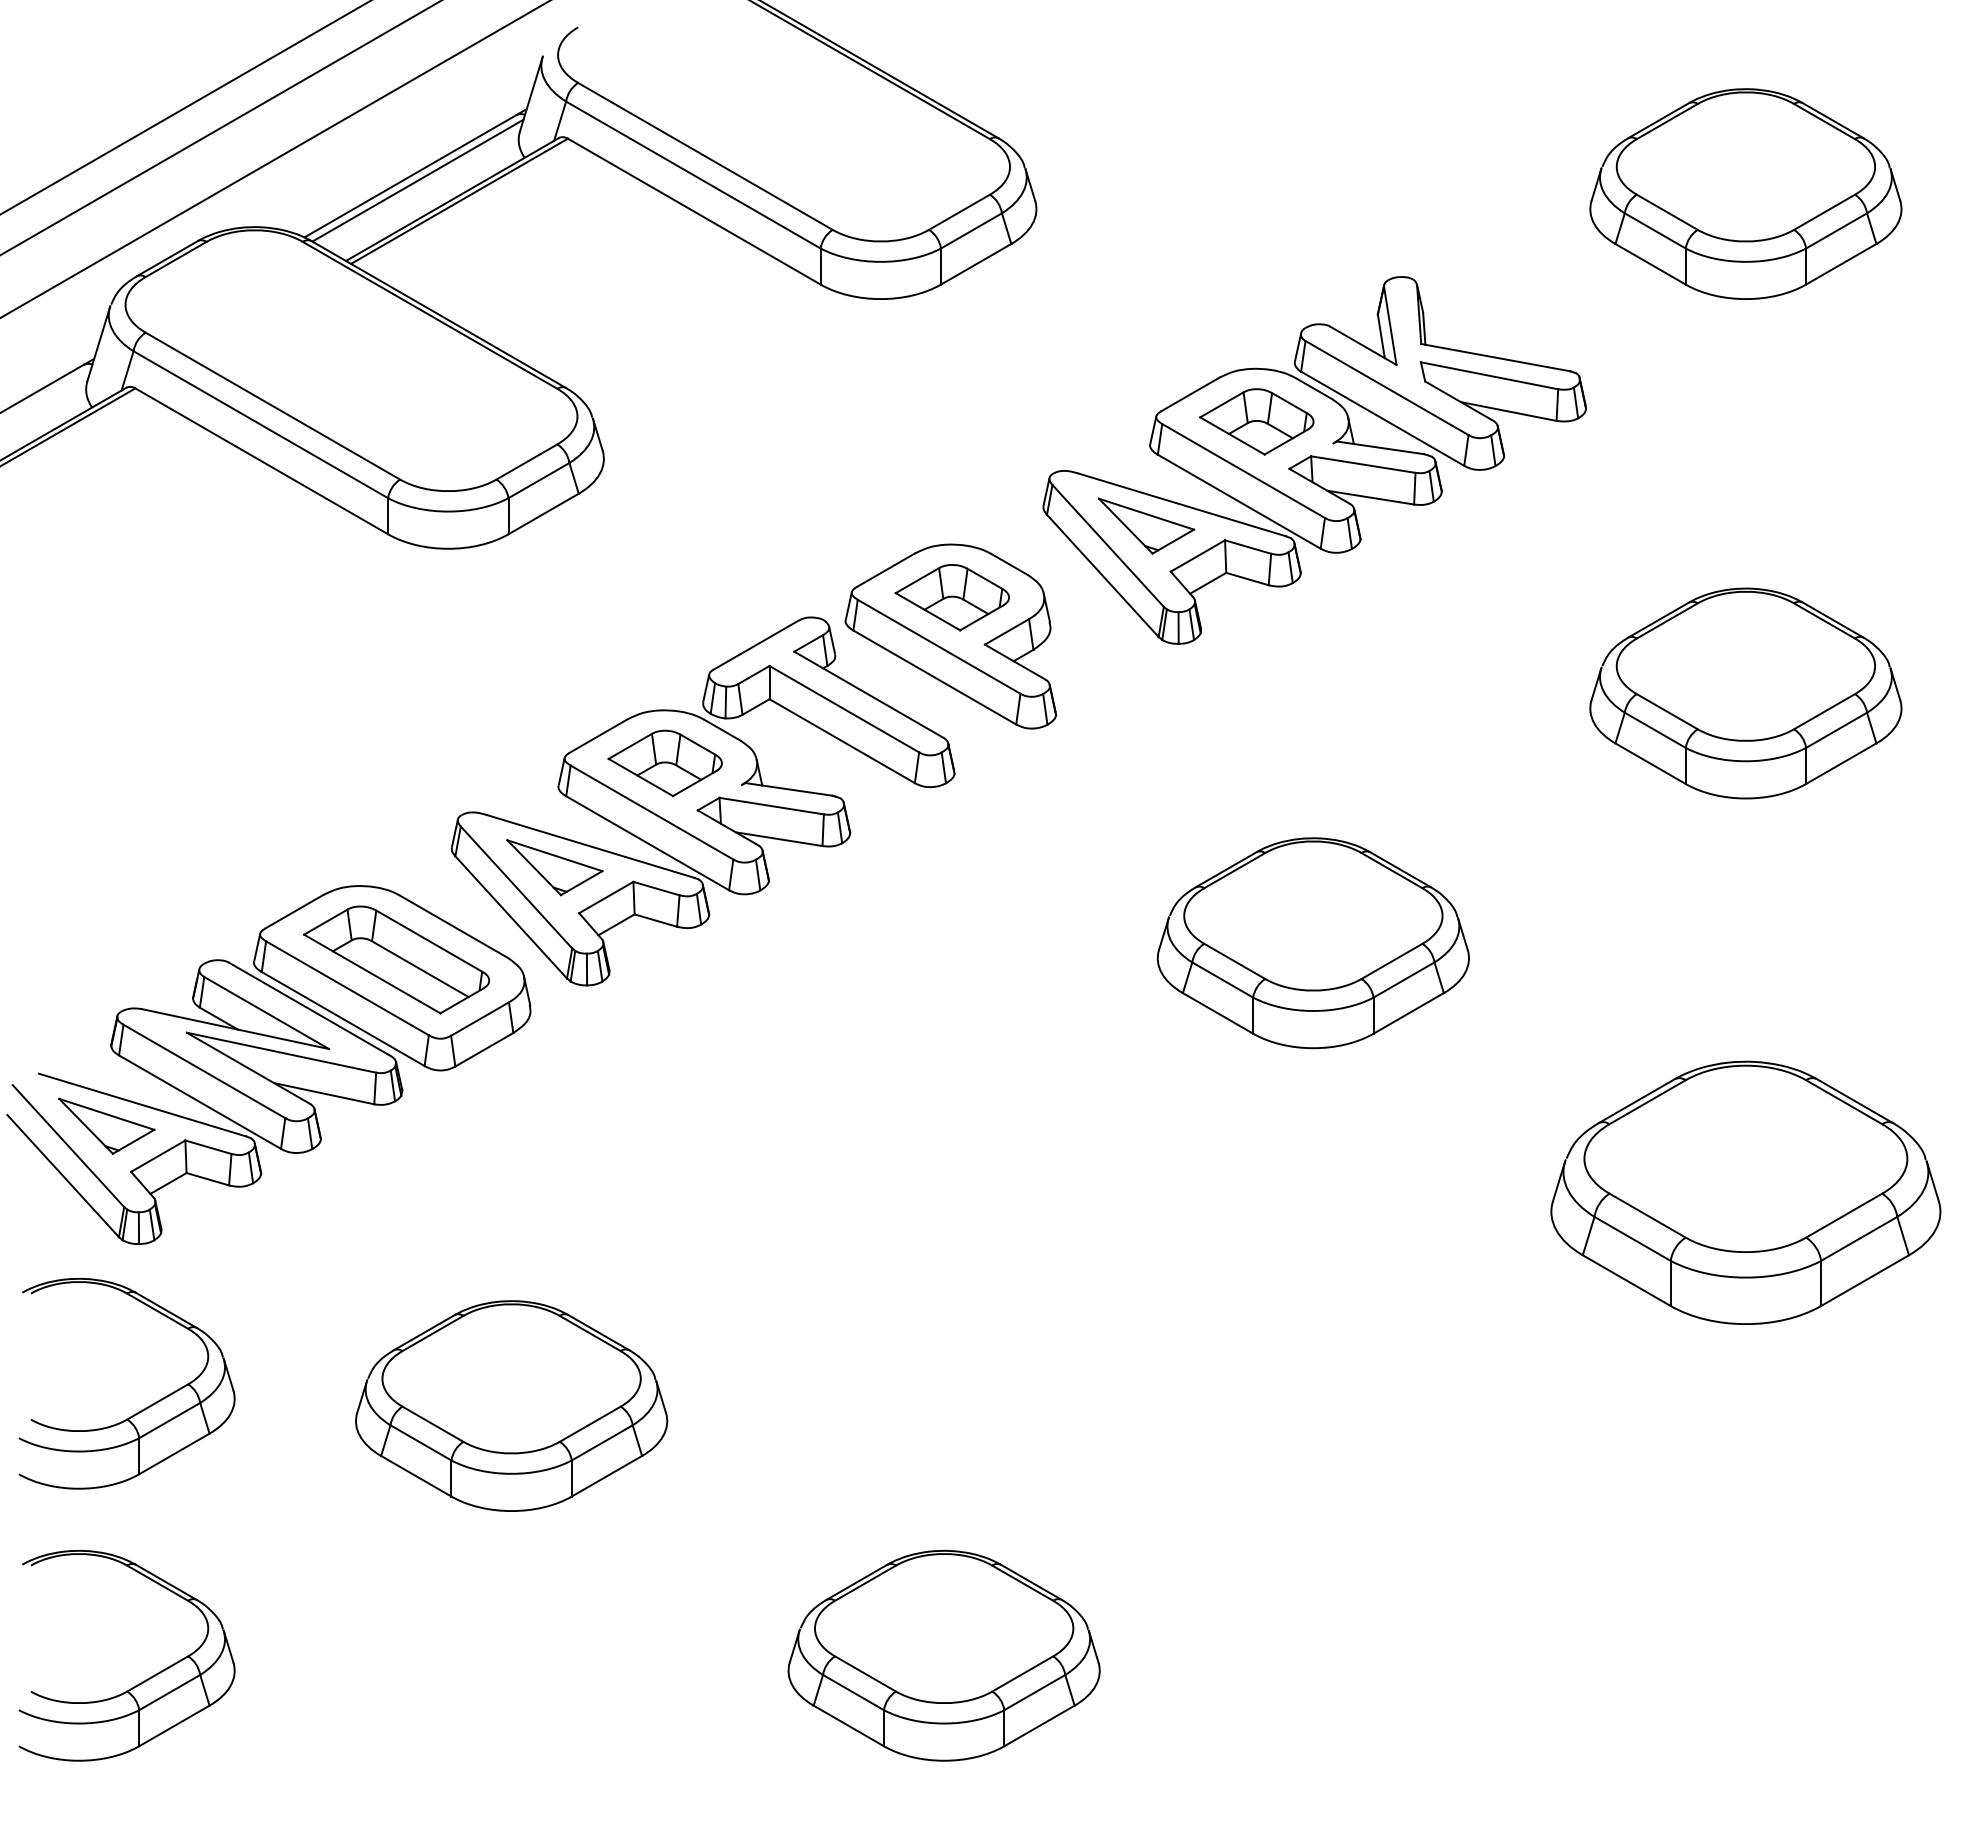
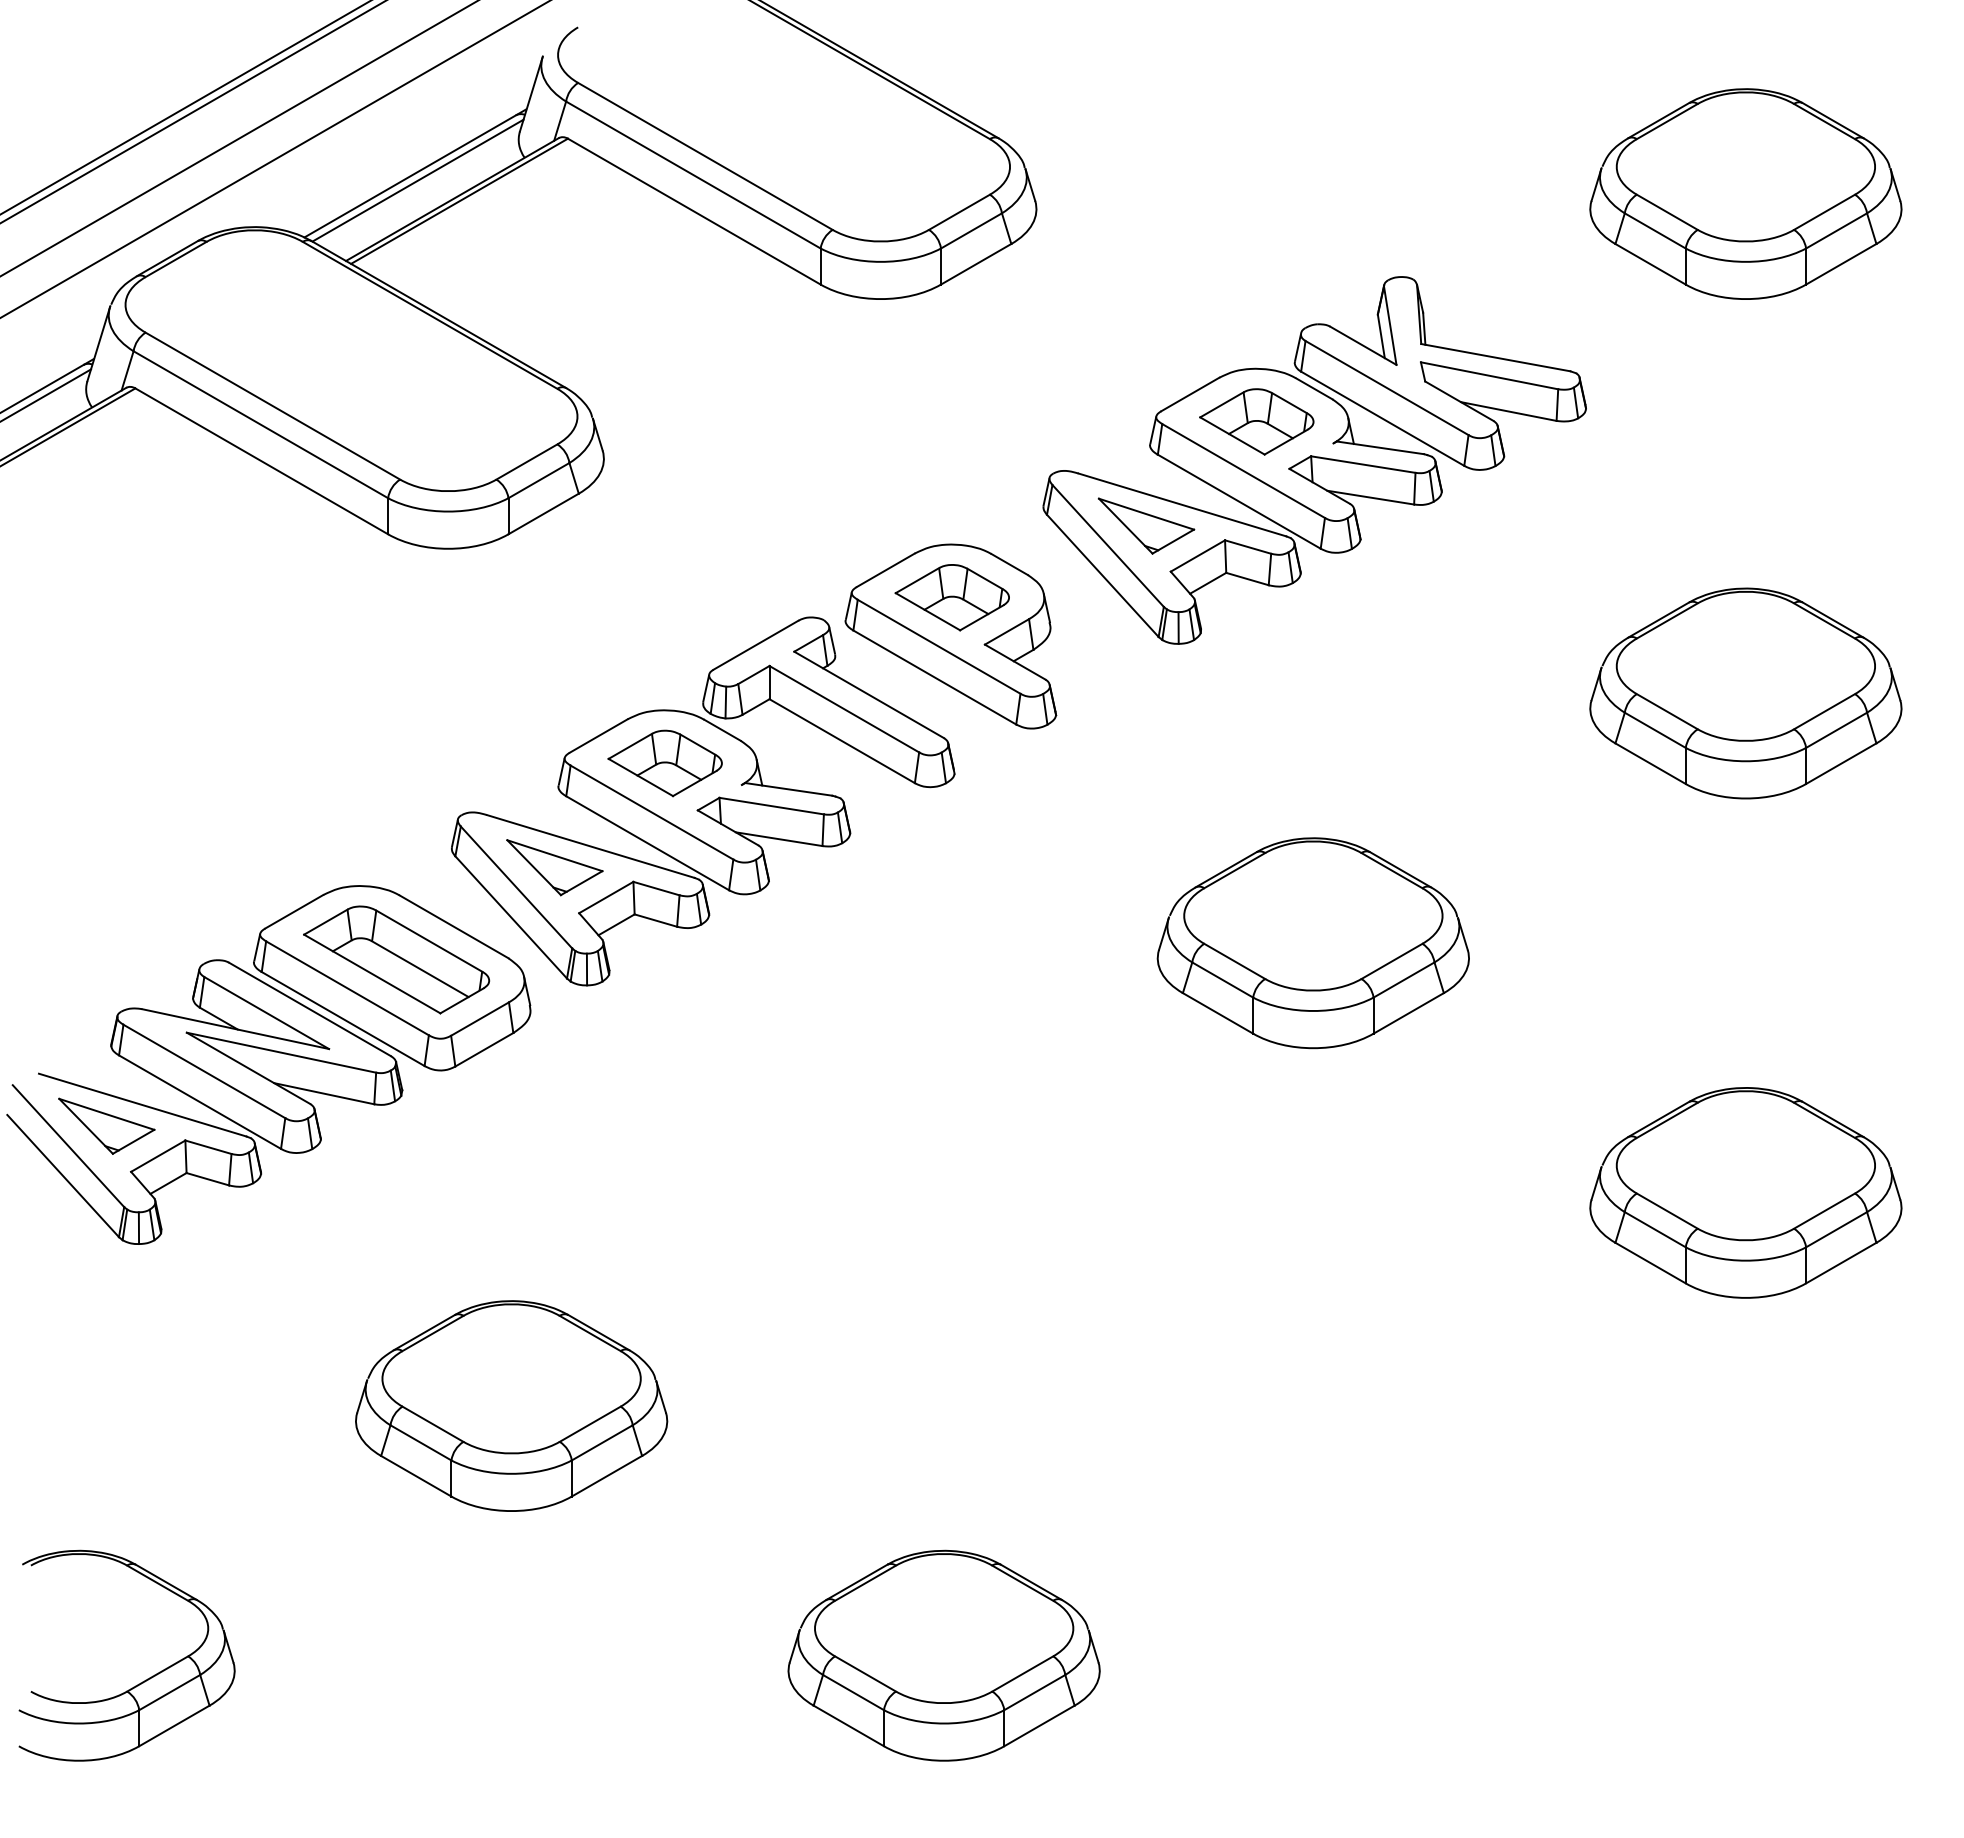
line at (192, 112): none -> present
line at (220, 128) position: (220, 128) -> (238, 138)
line at (46, 394): none -> present
part at (1745, 1192) size: 392x265 px -> 314x212 px
part at (140, 1410): present -> none
